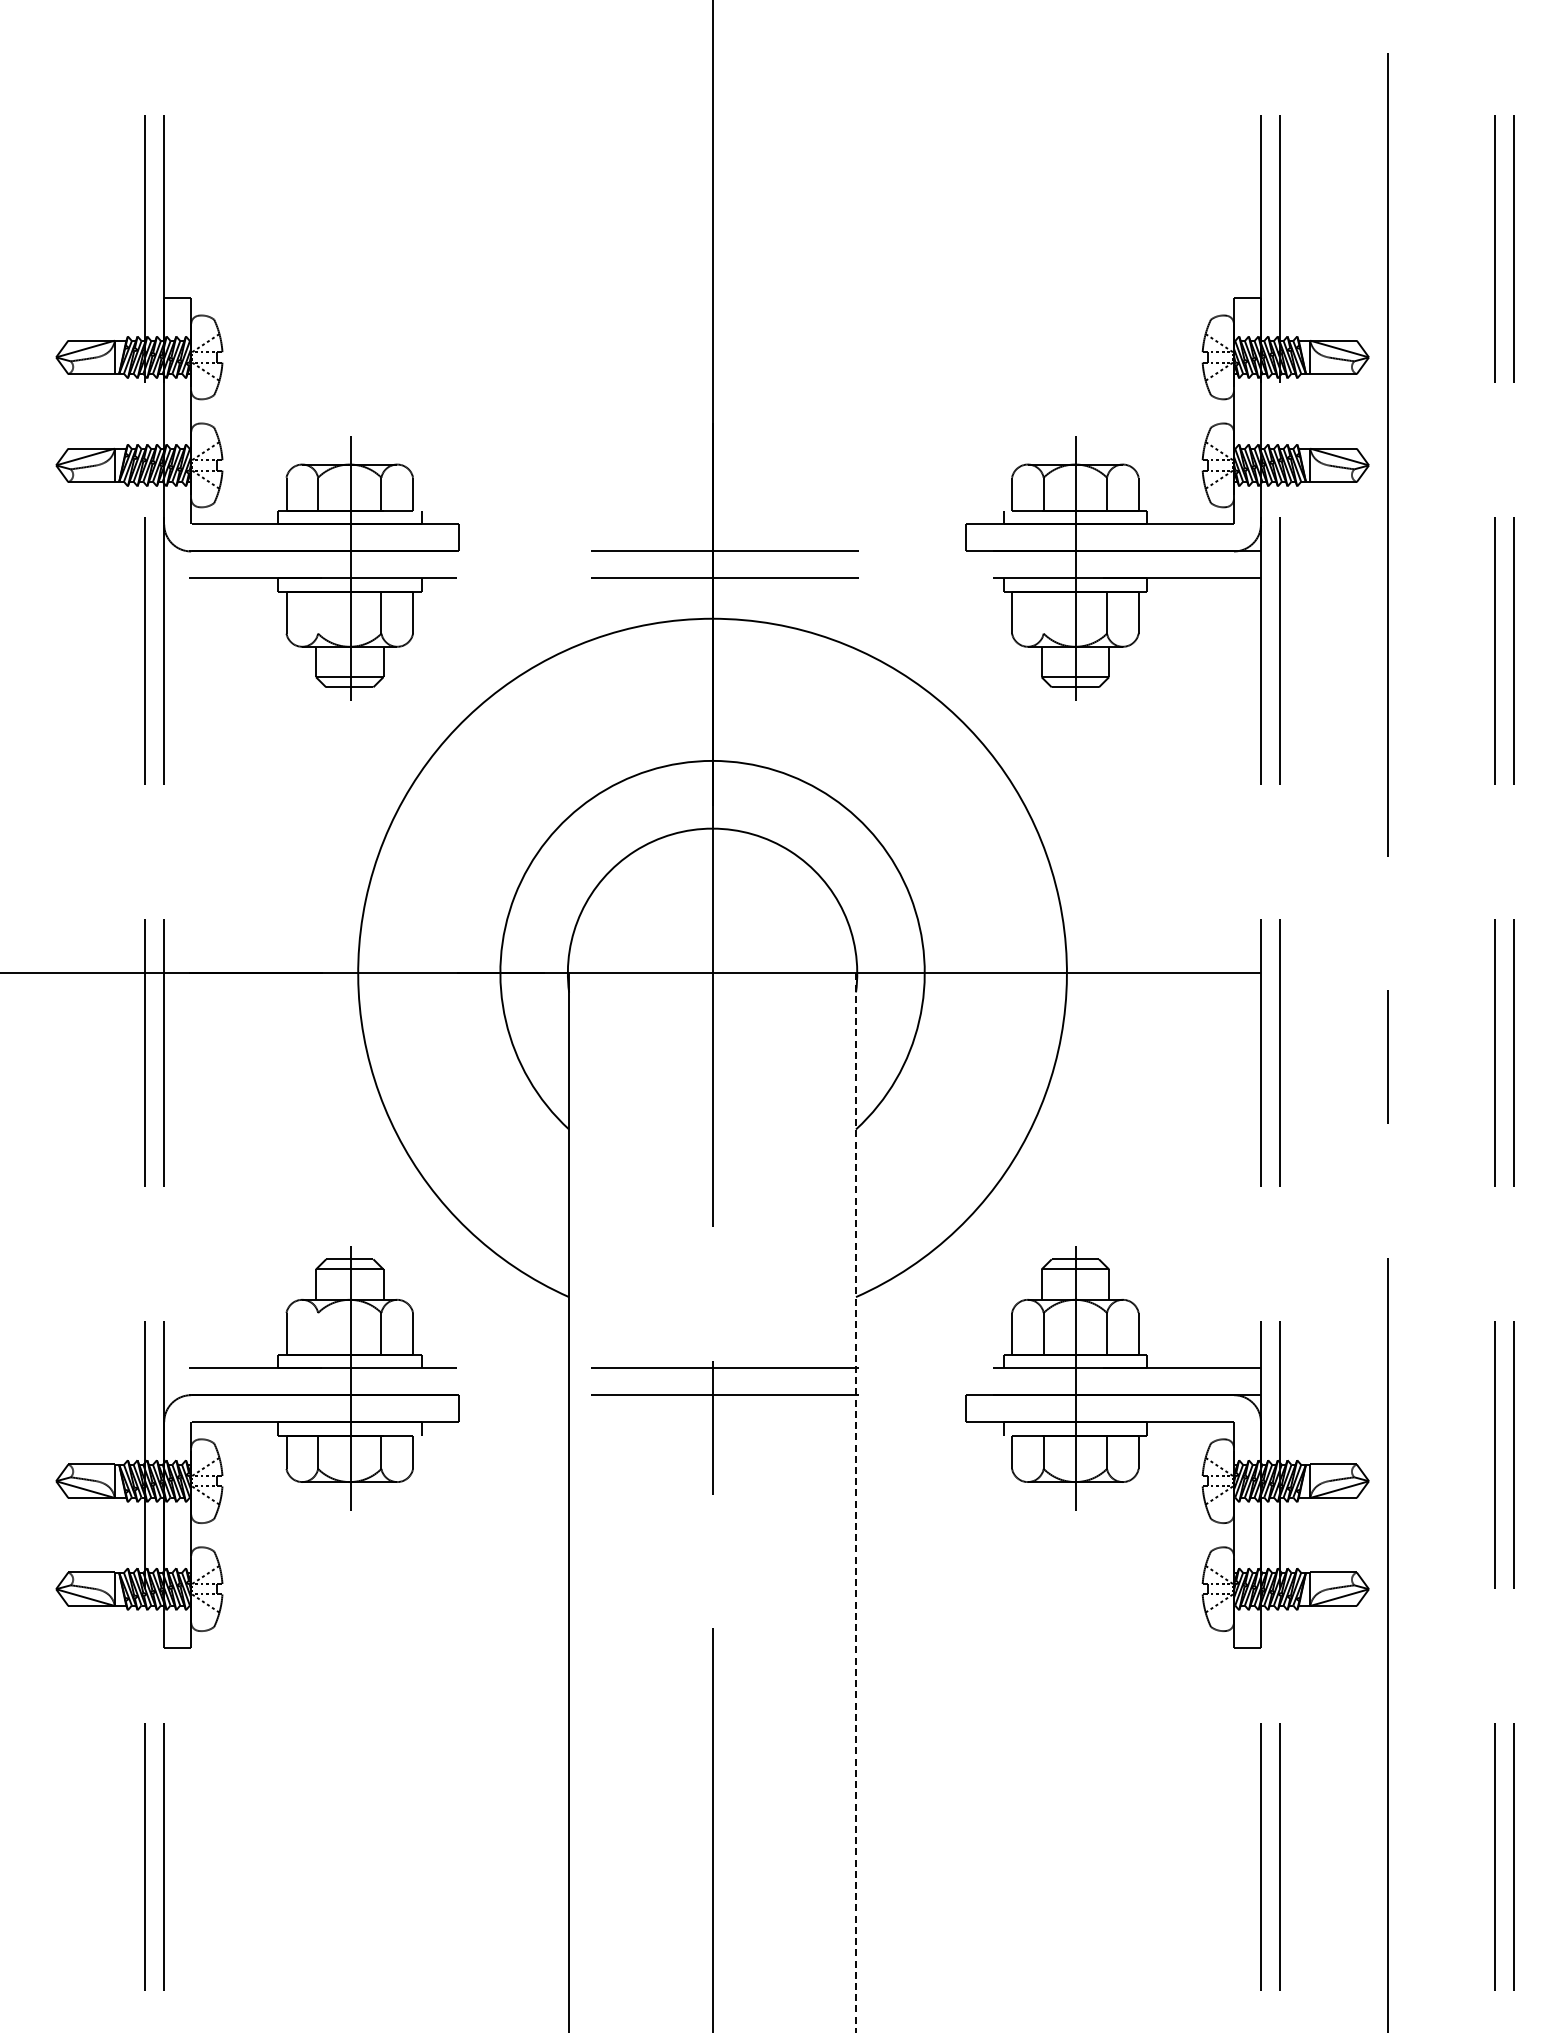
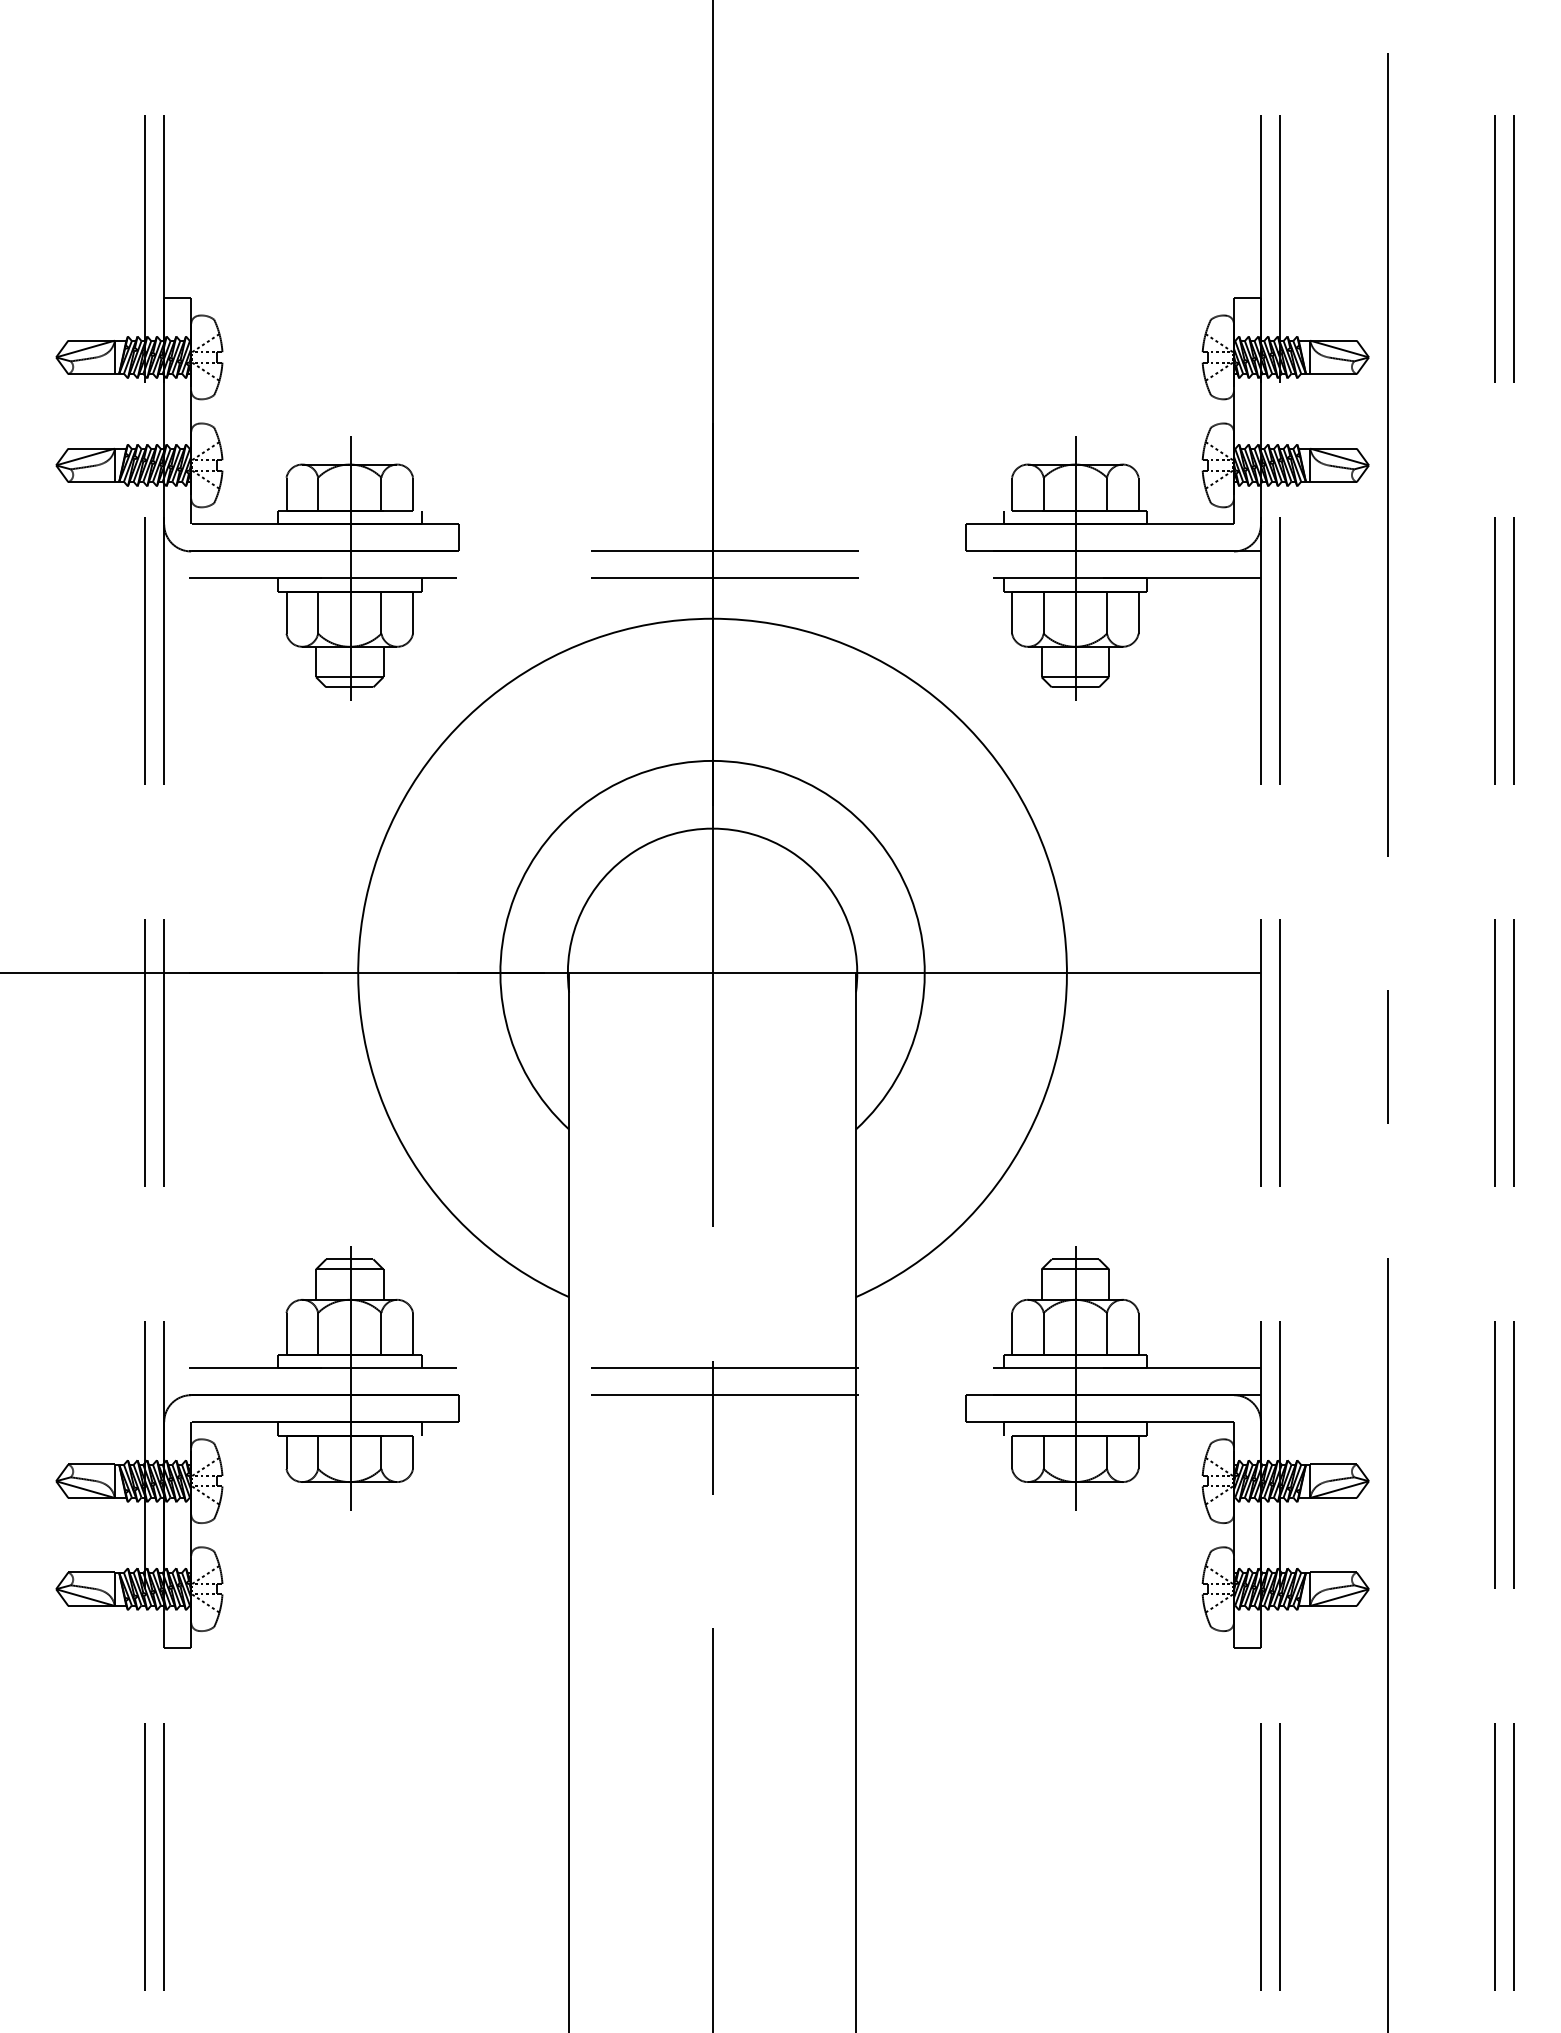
line at (318, 612): none -> present
line at (1043, 612): none -> present
line at (318, 1333): none -> present
line at (856, 1503): dashed -> solid
